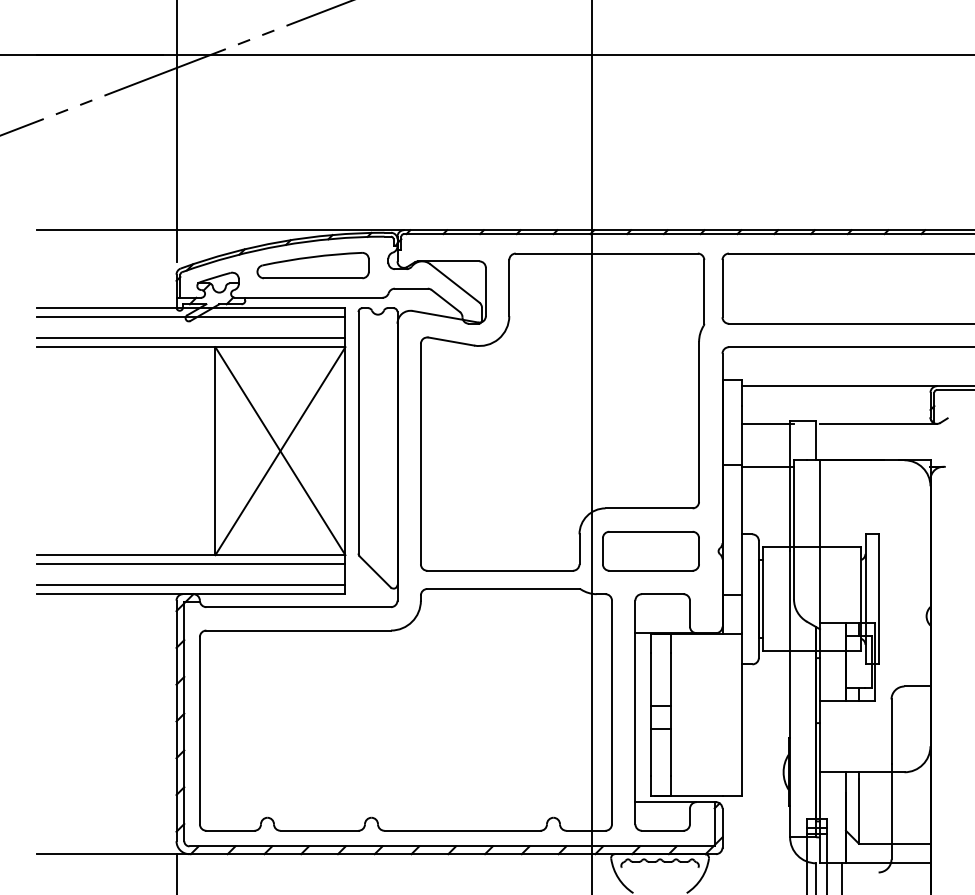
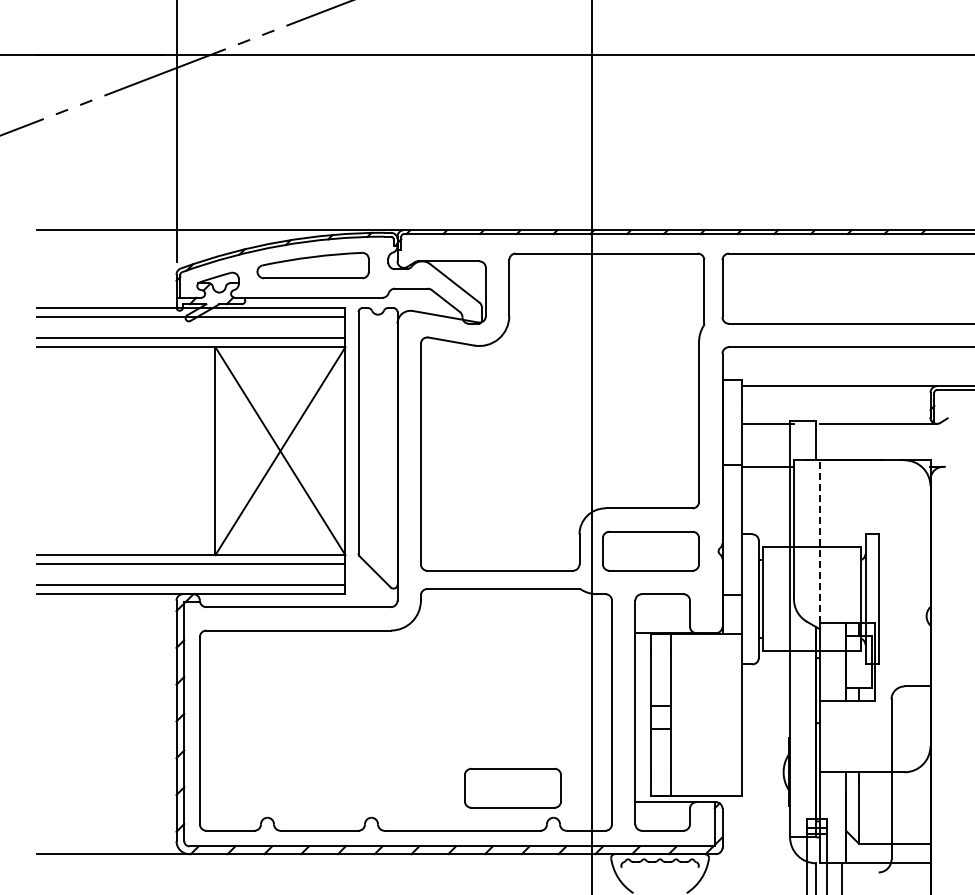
line at (820, 541): solid -> dashed
part at (512, 788): none -> present
line at (176, 872): present -> none
